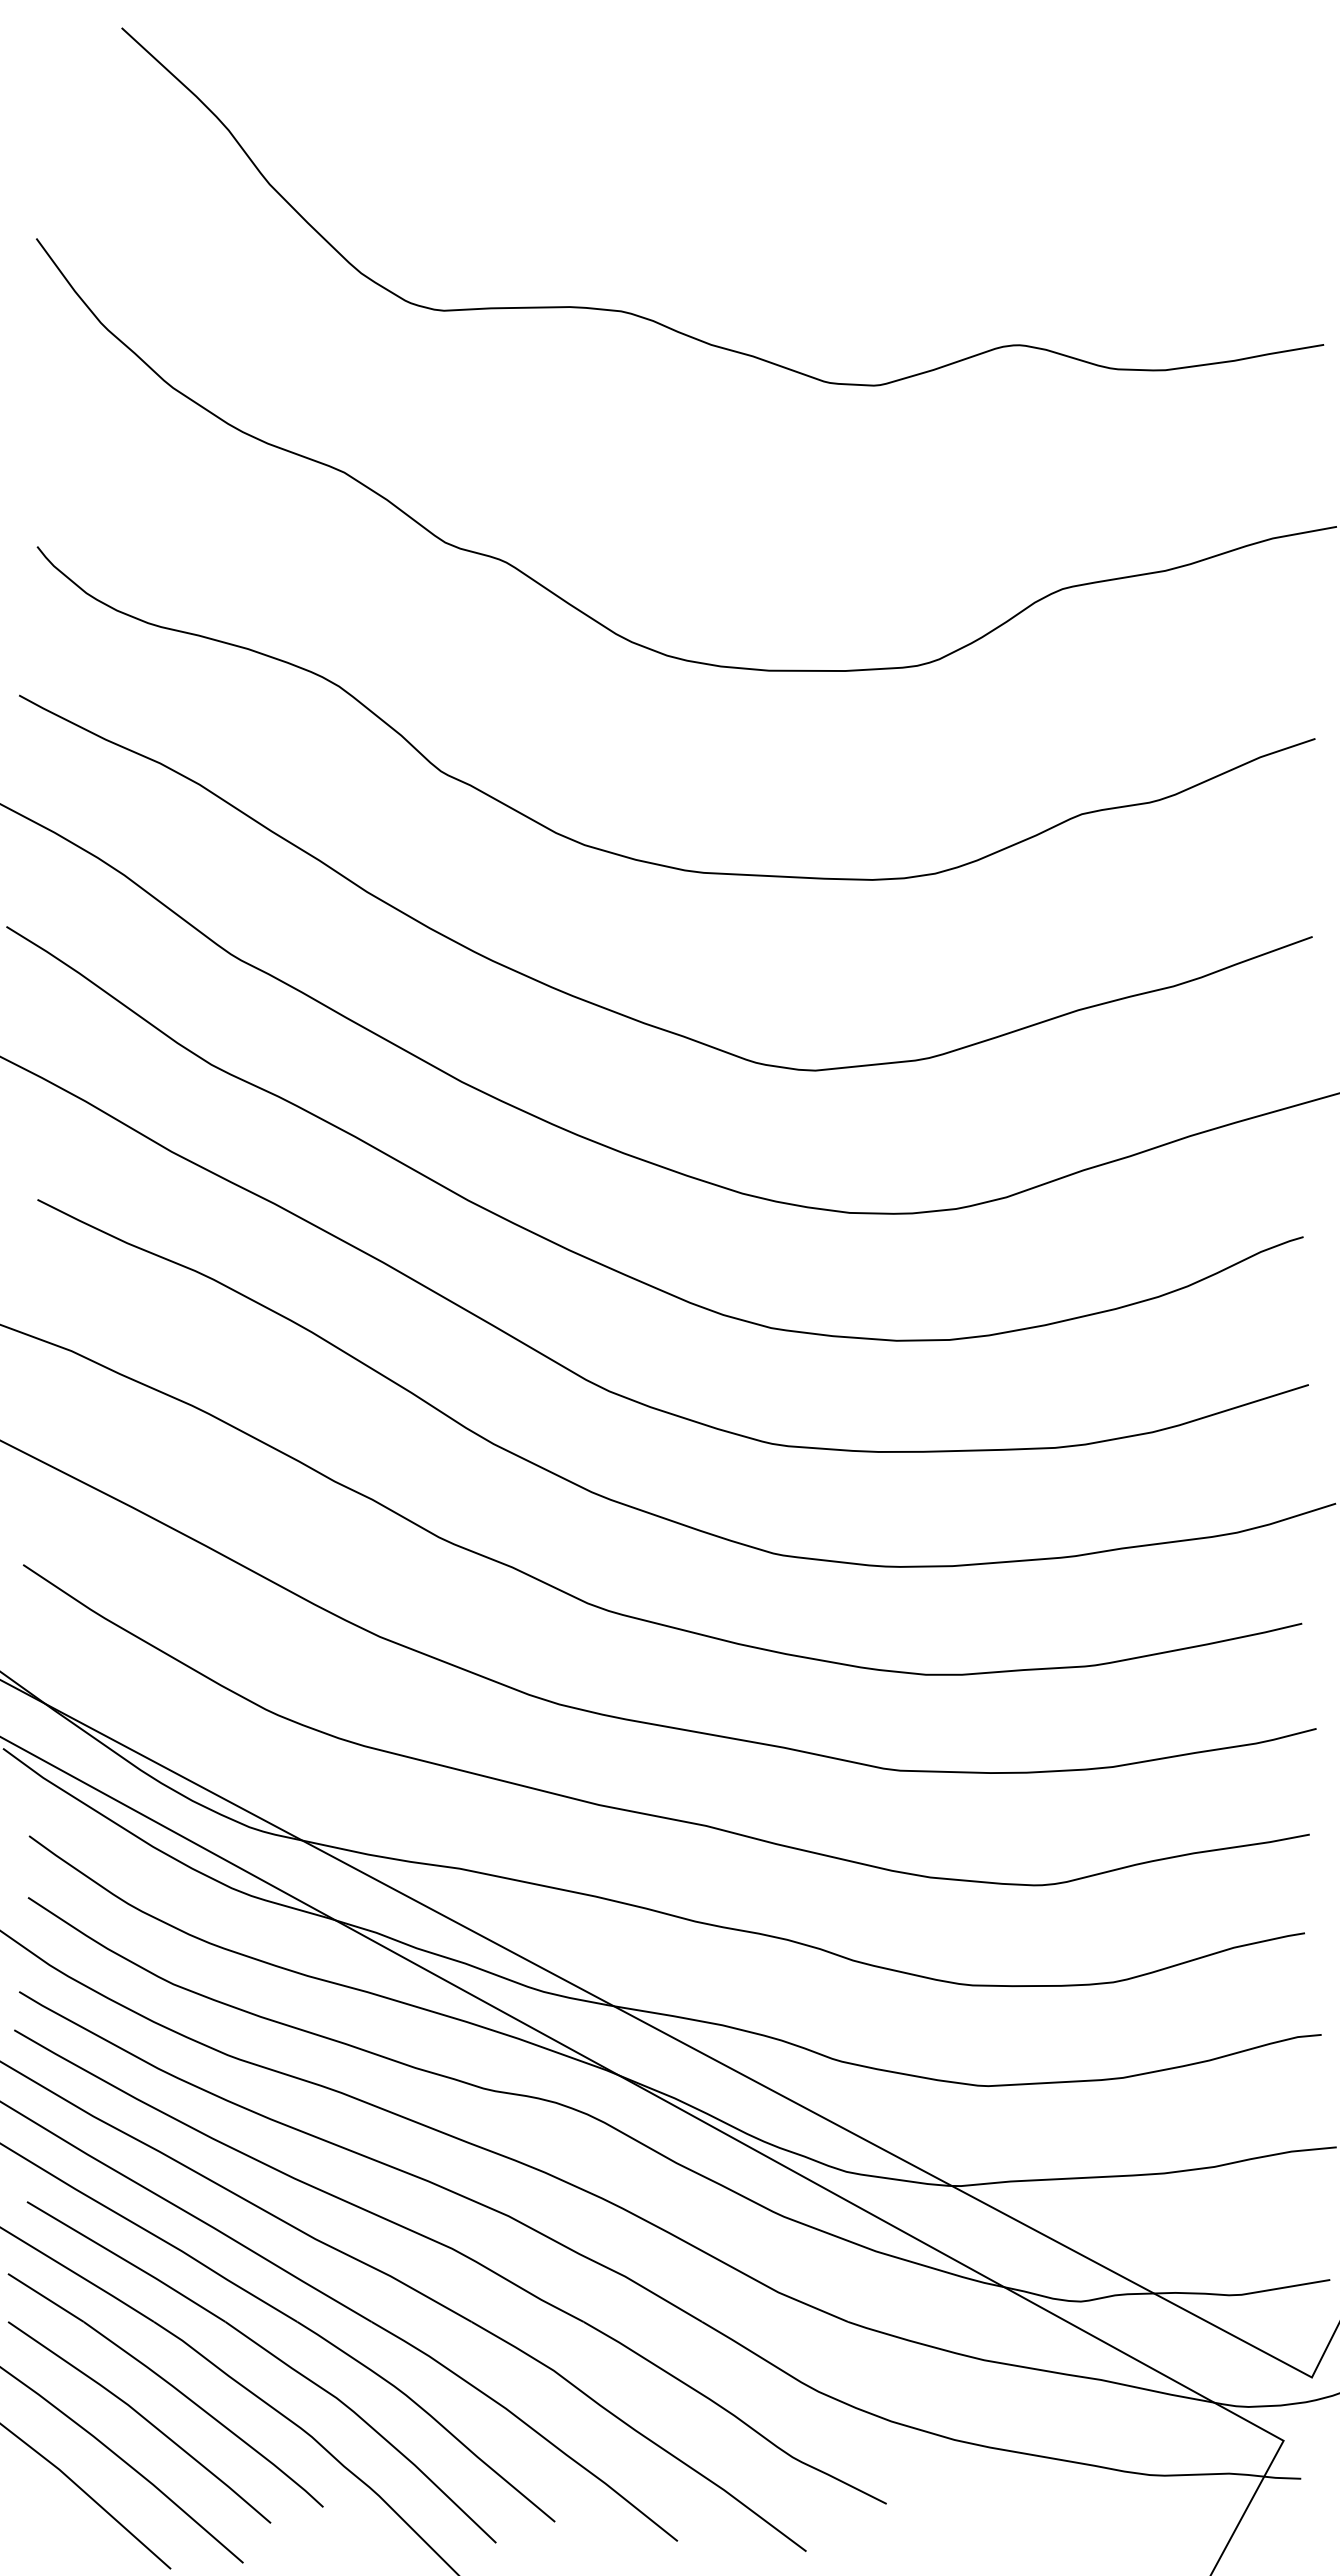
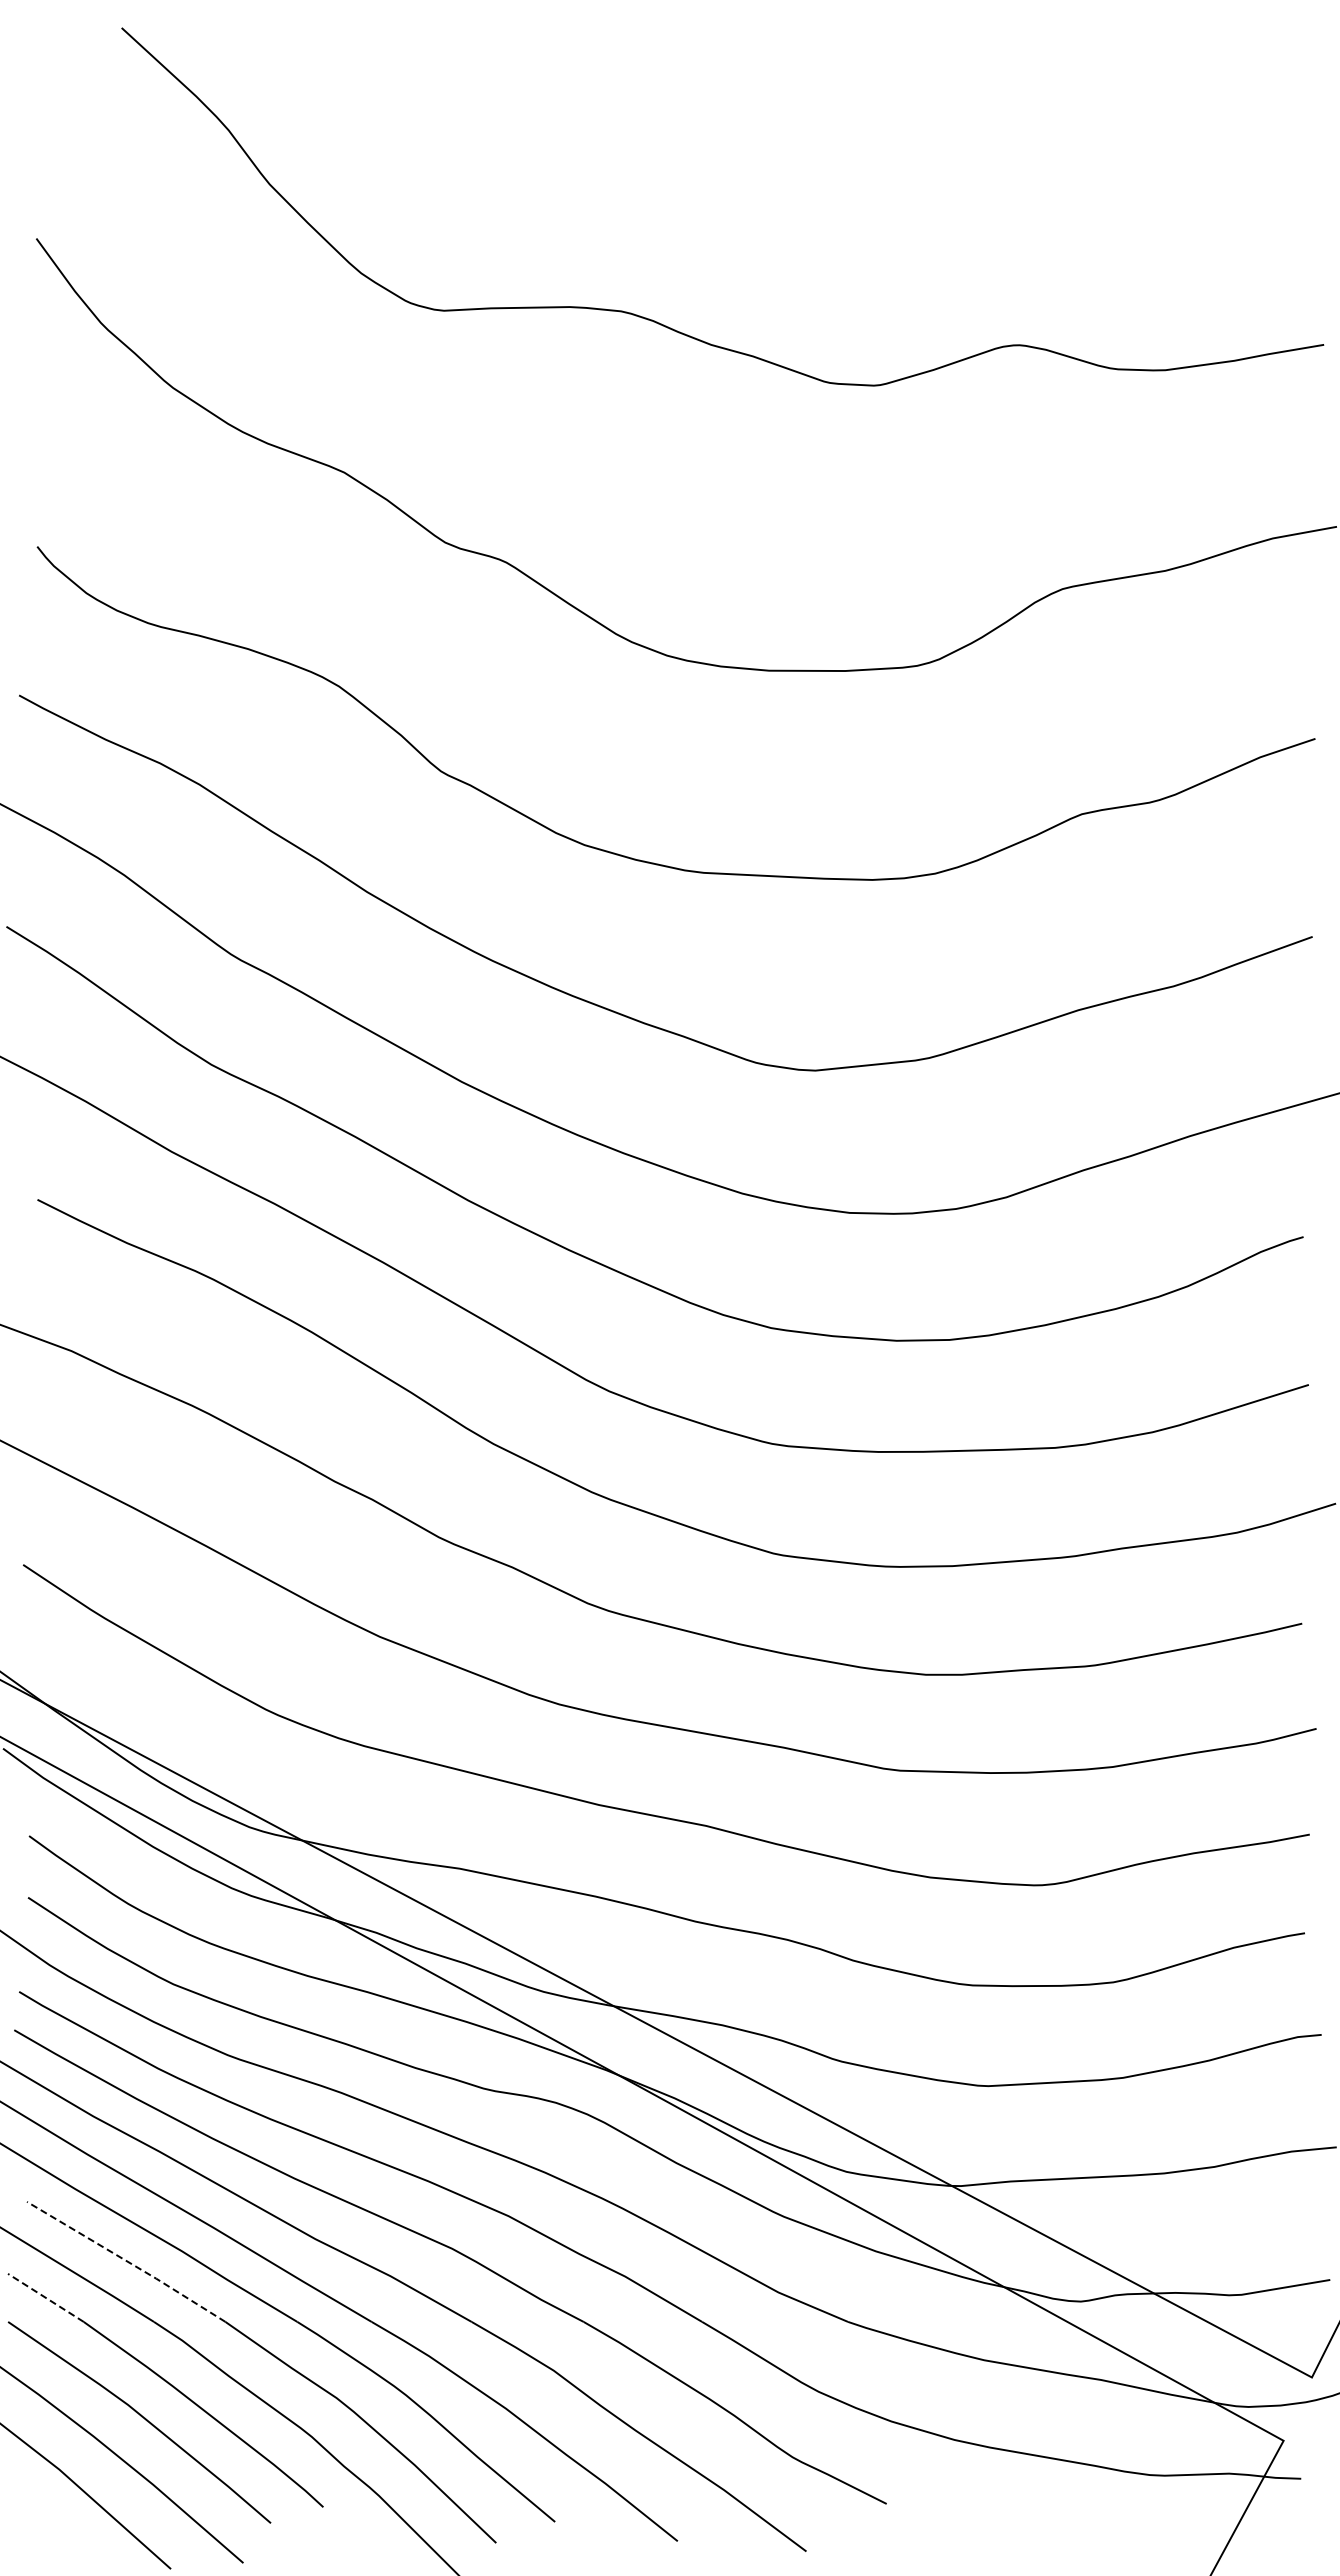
line at (127, 2261): solid -> dashed
line at (45, 2297): solid -> dashed
